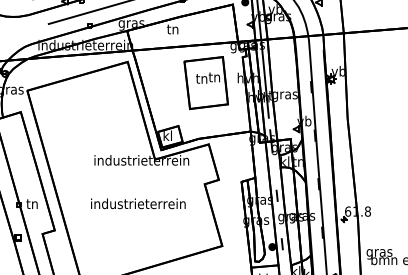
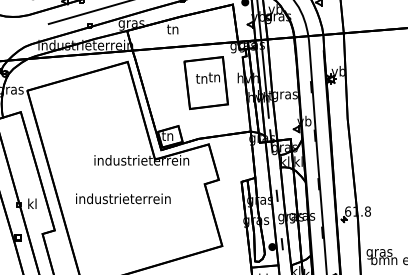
text at (167, 135): kl -> tn
text at (298, 161): tn -> kl
text at (31, 203): tn -> kl
text at (138, 203) position: (138, 203) -> (123, 198)
